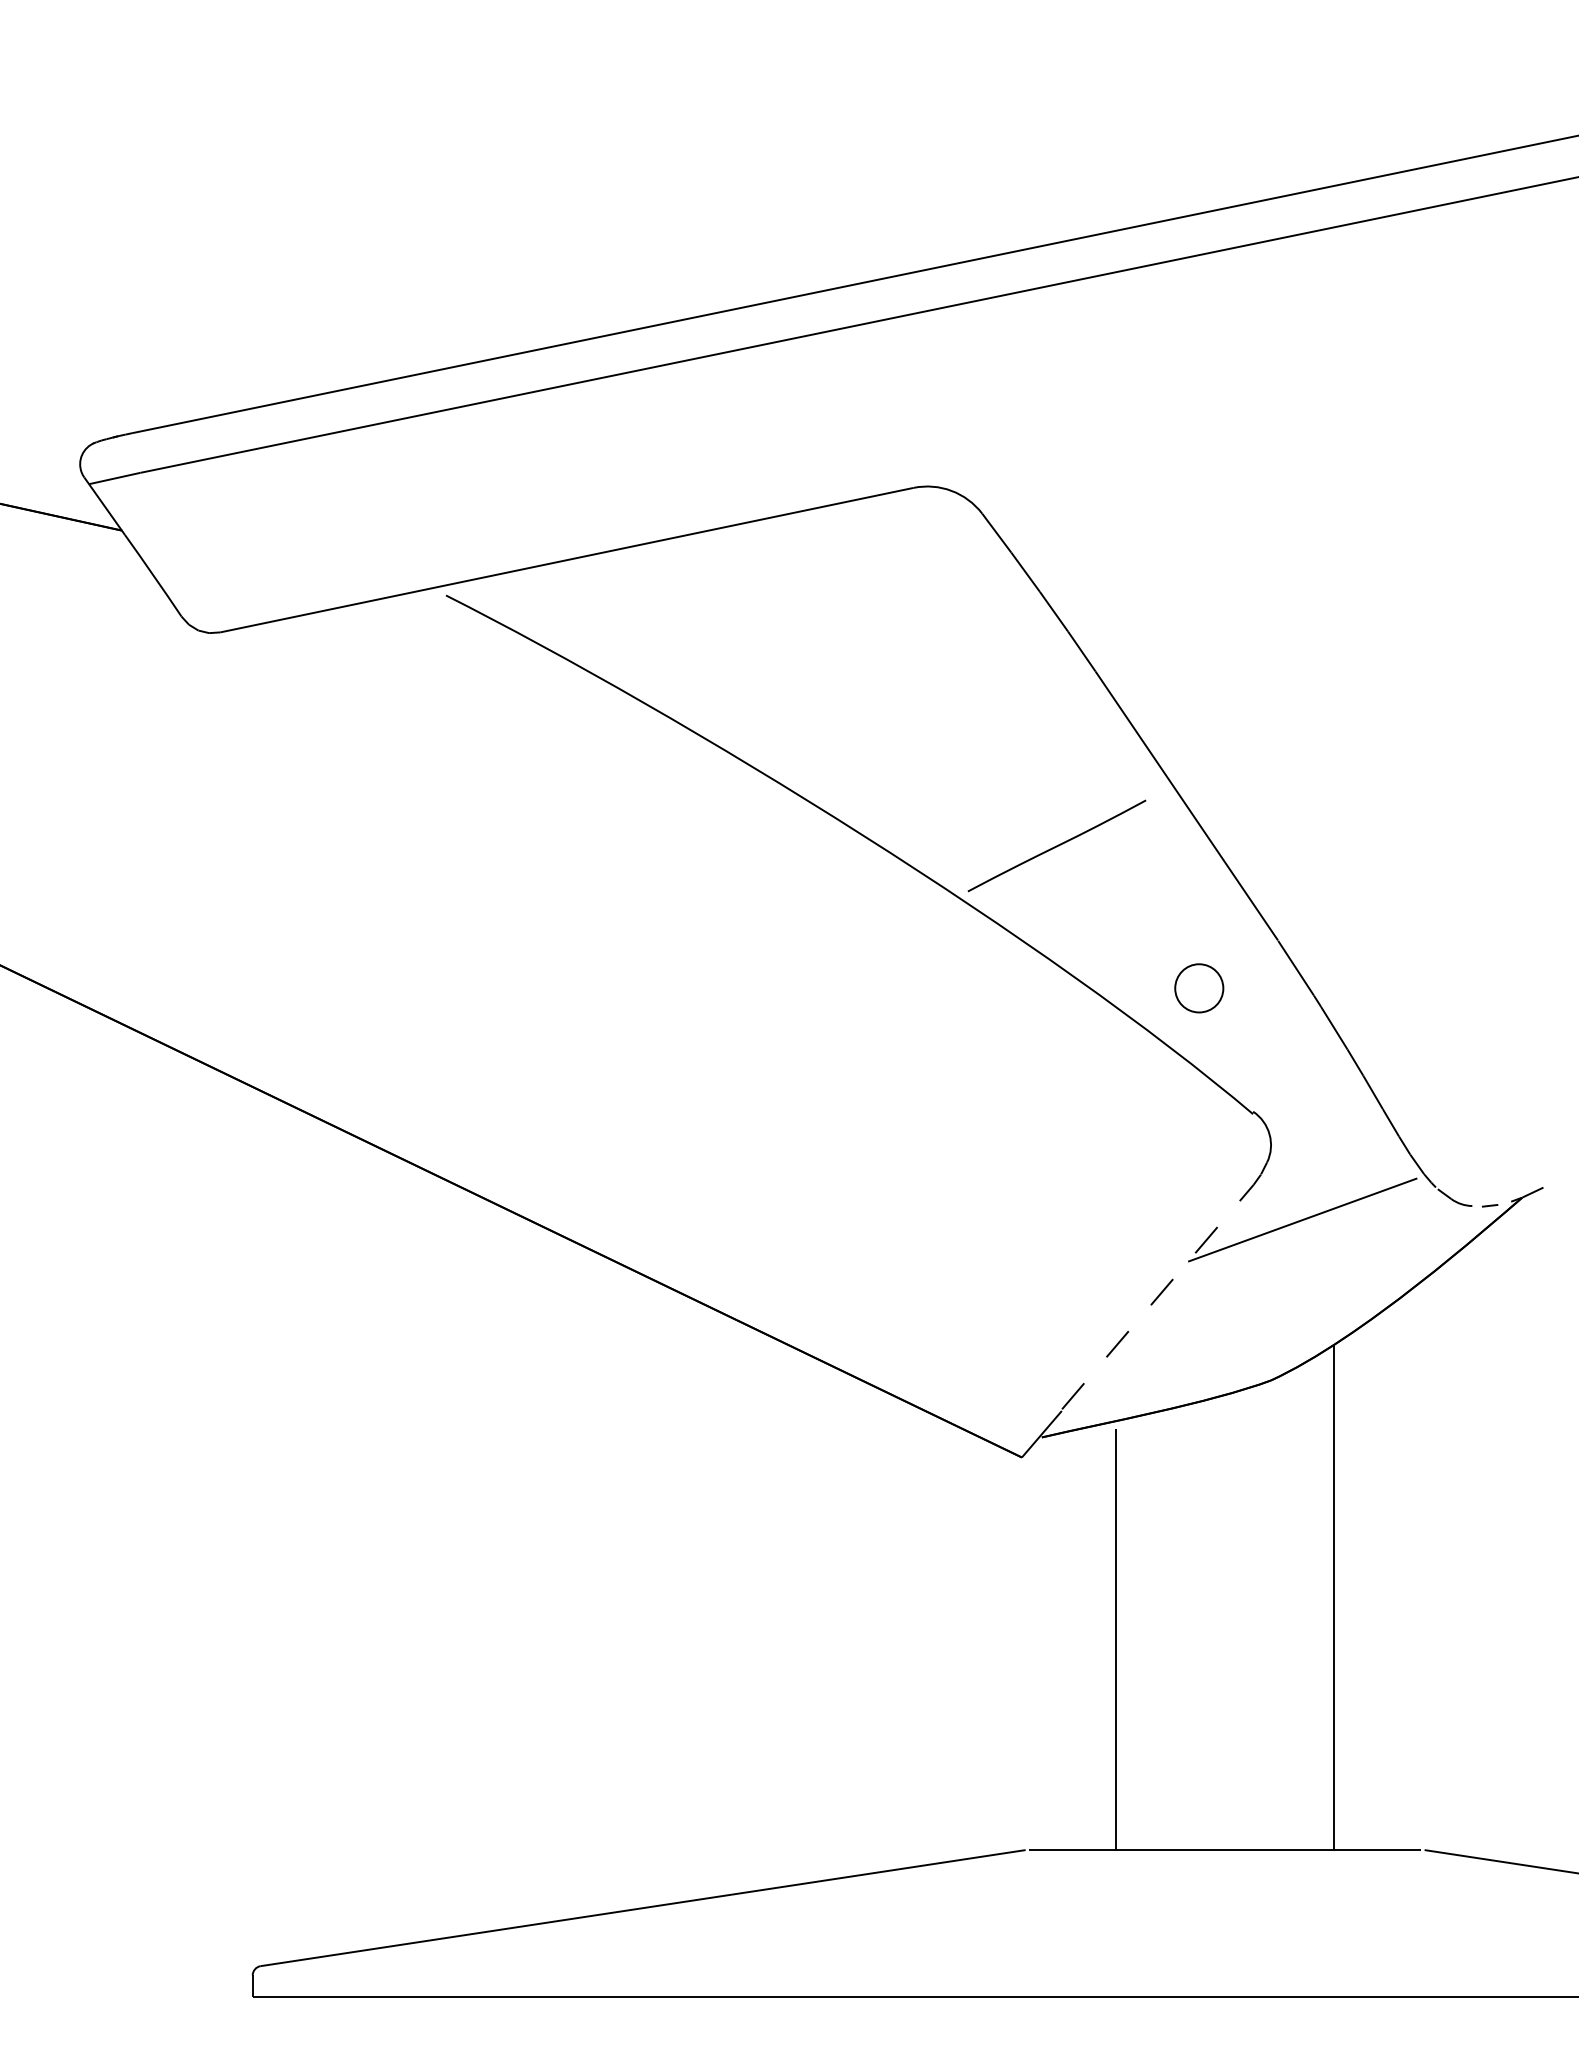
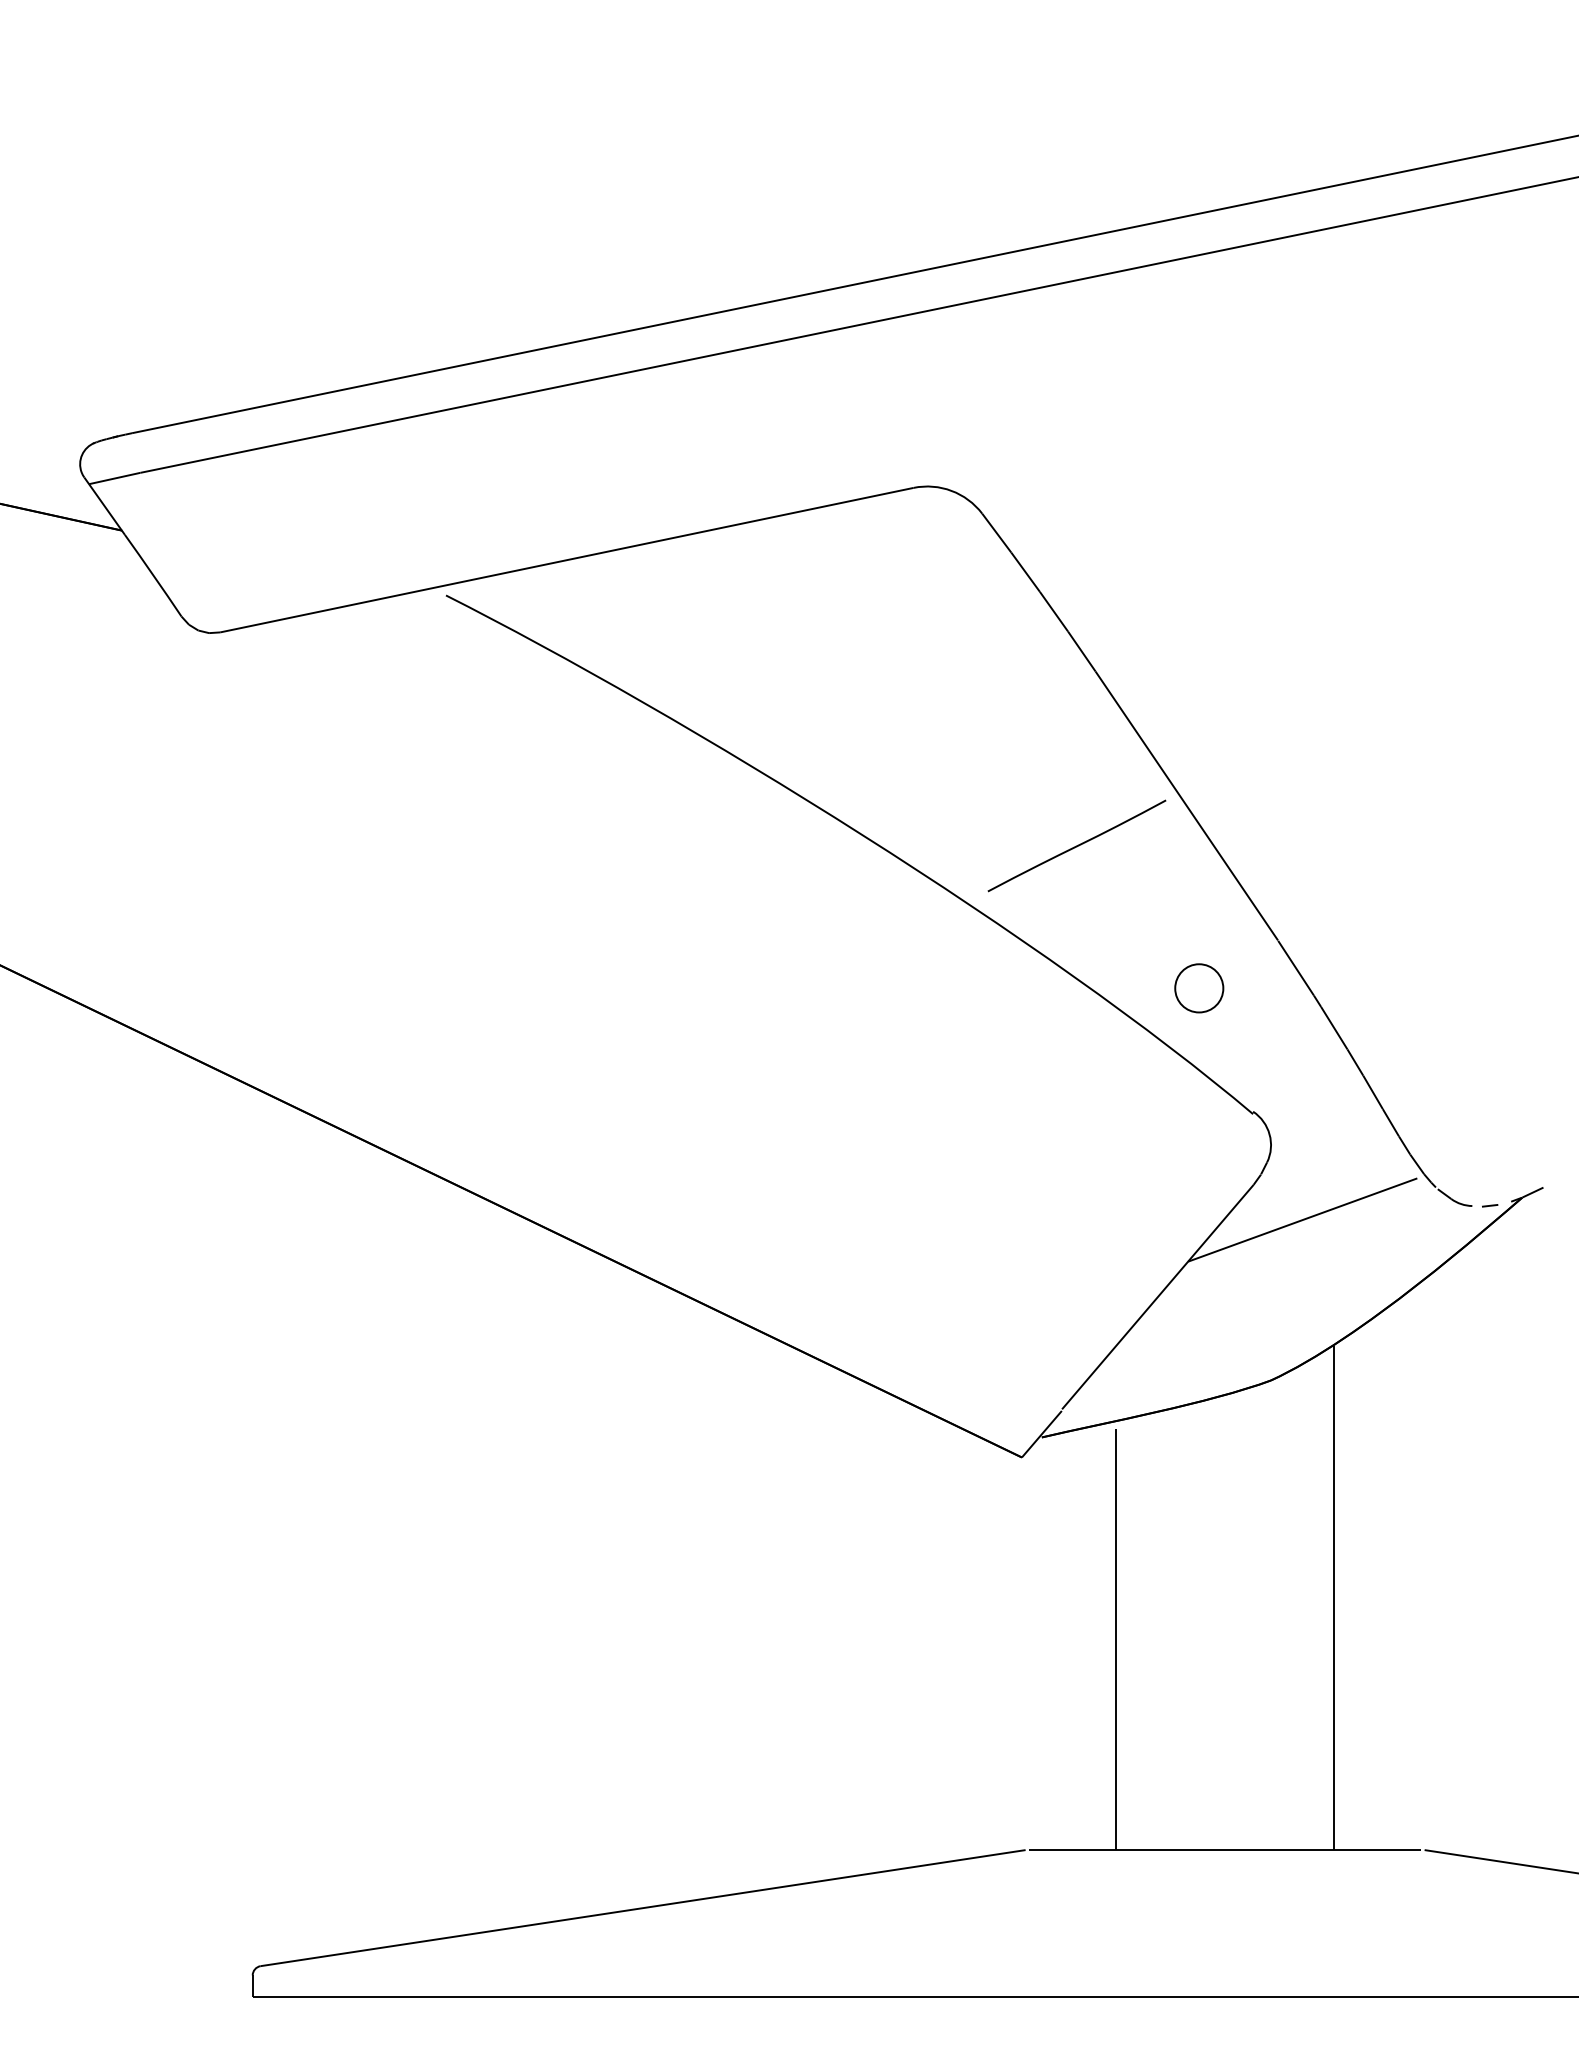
line at (1056, 845) position: (1056, 845) -> (1076, 845)
line at (1157, 1297): dashed -> solid
